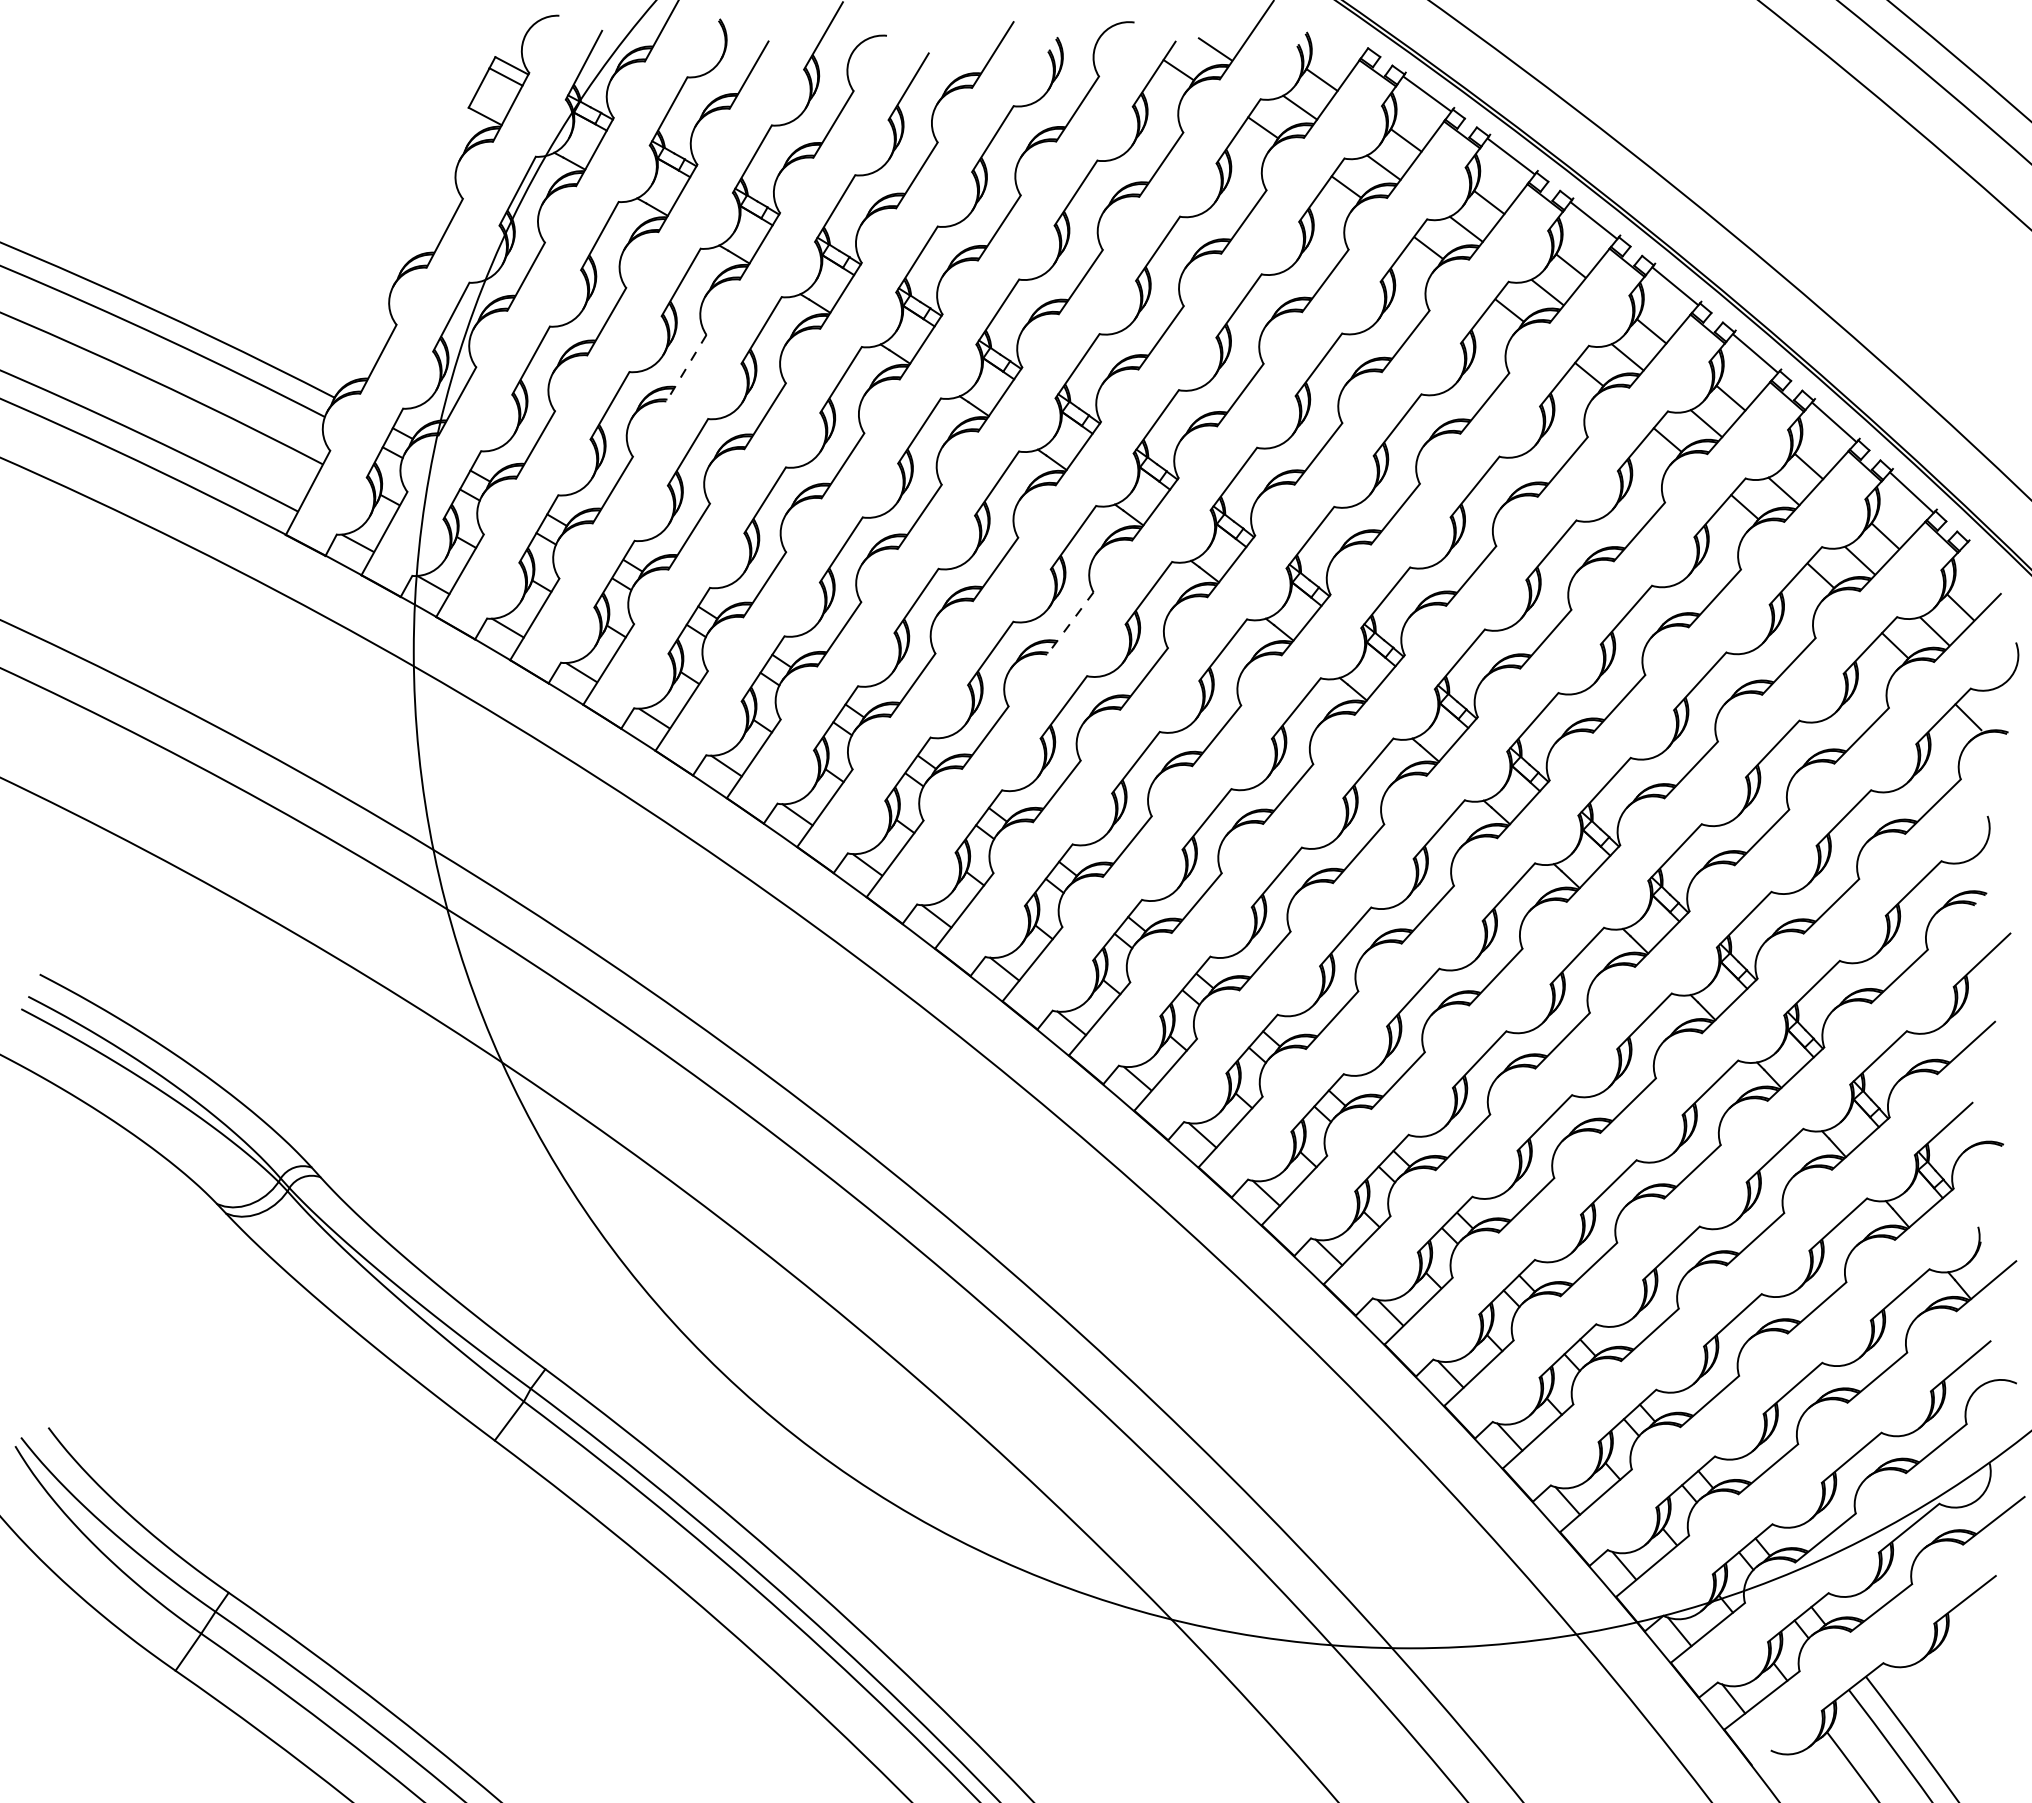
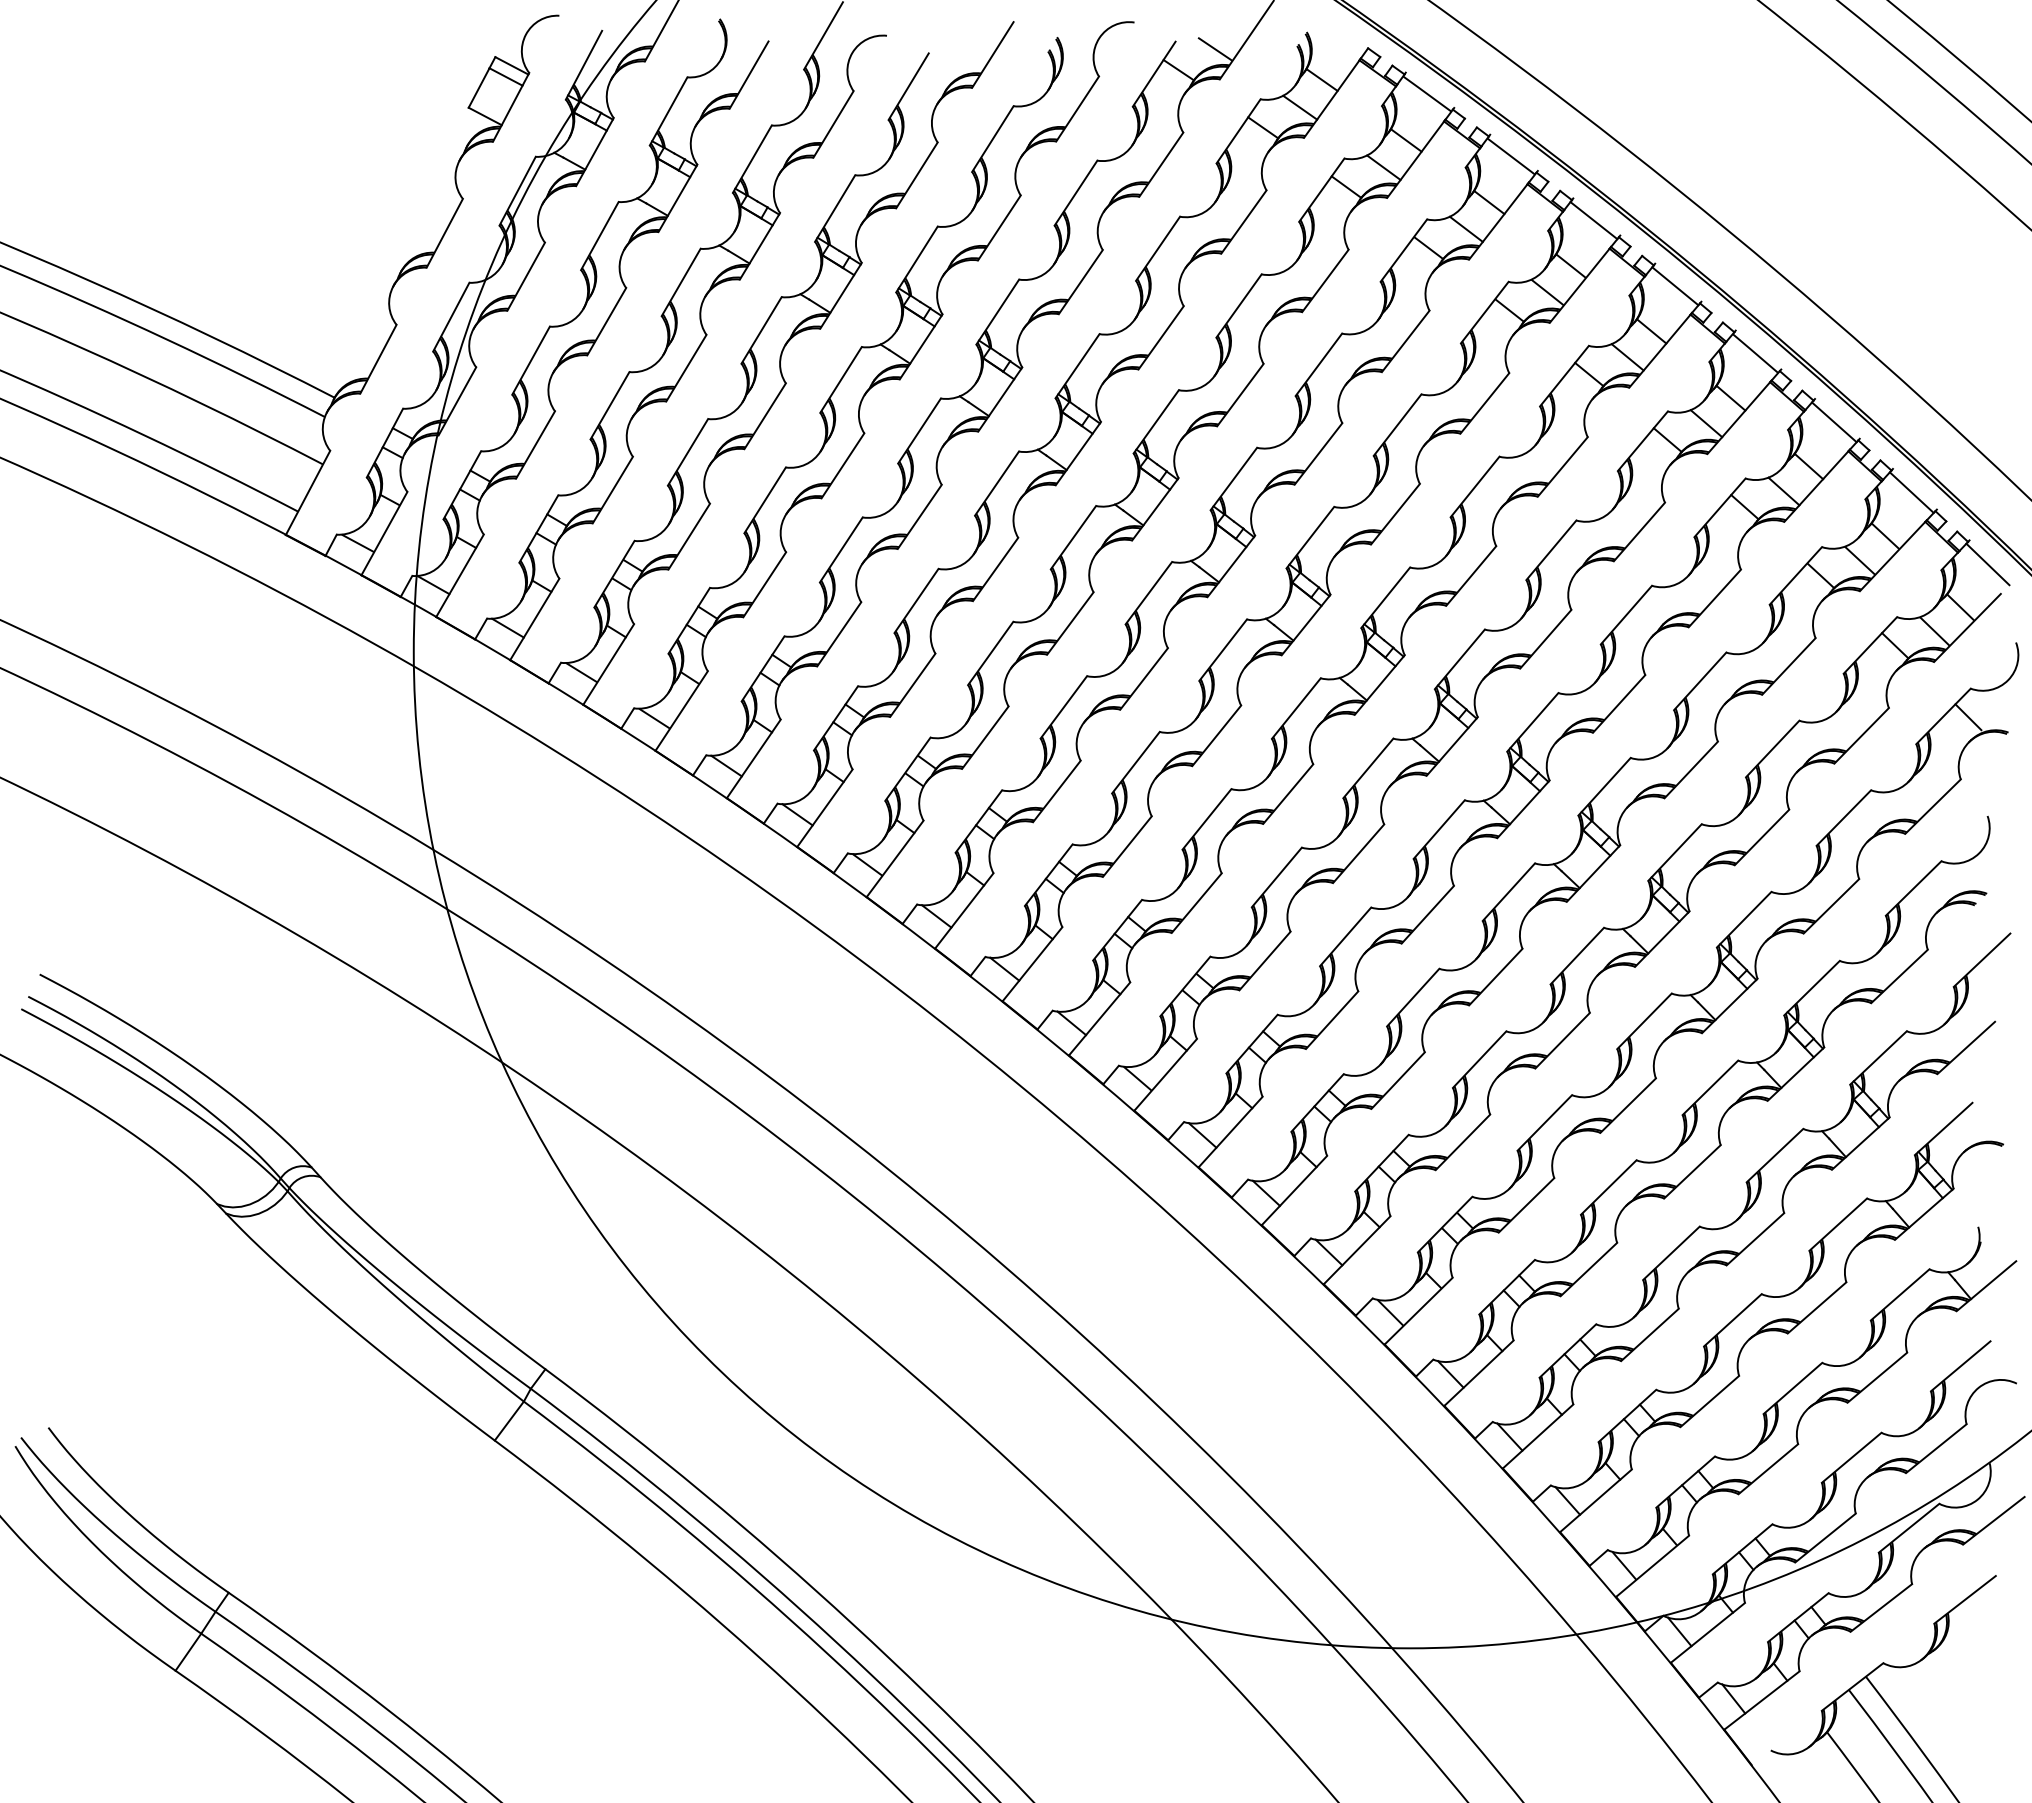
line at (686, 368): dashed -> solid
line at (1987, 564): none -> present
line at (1070, 623): dashed -> solid
